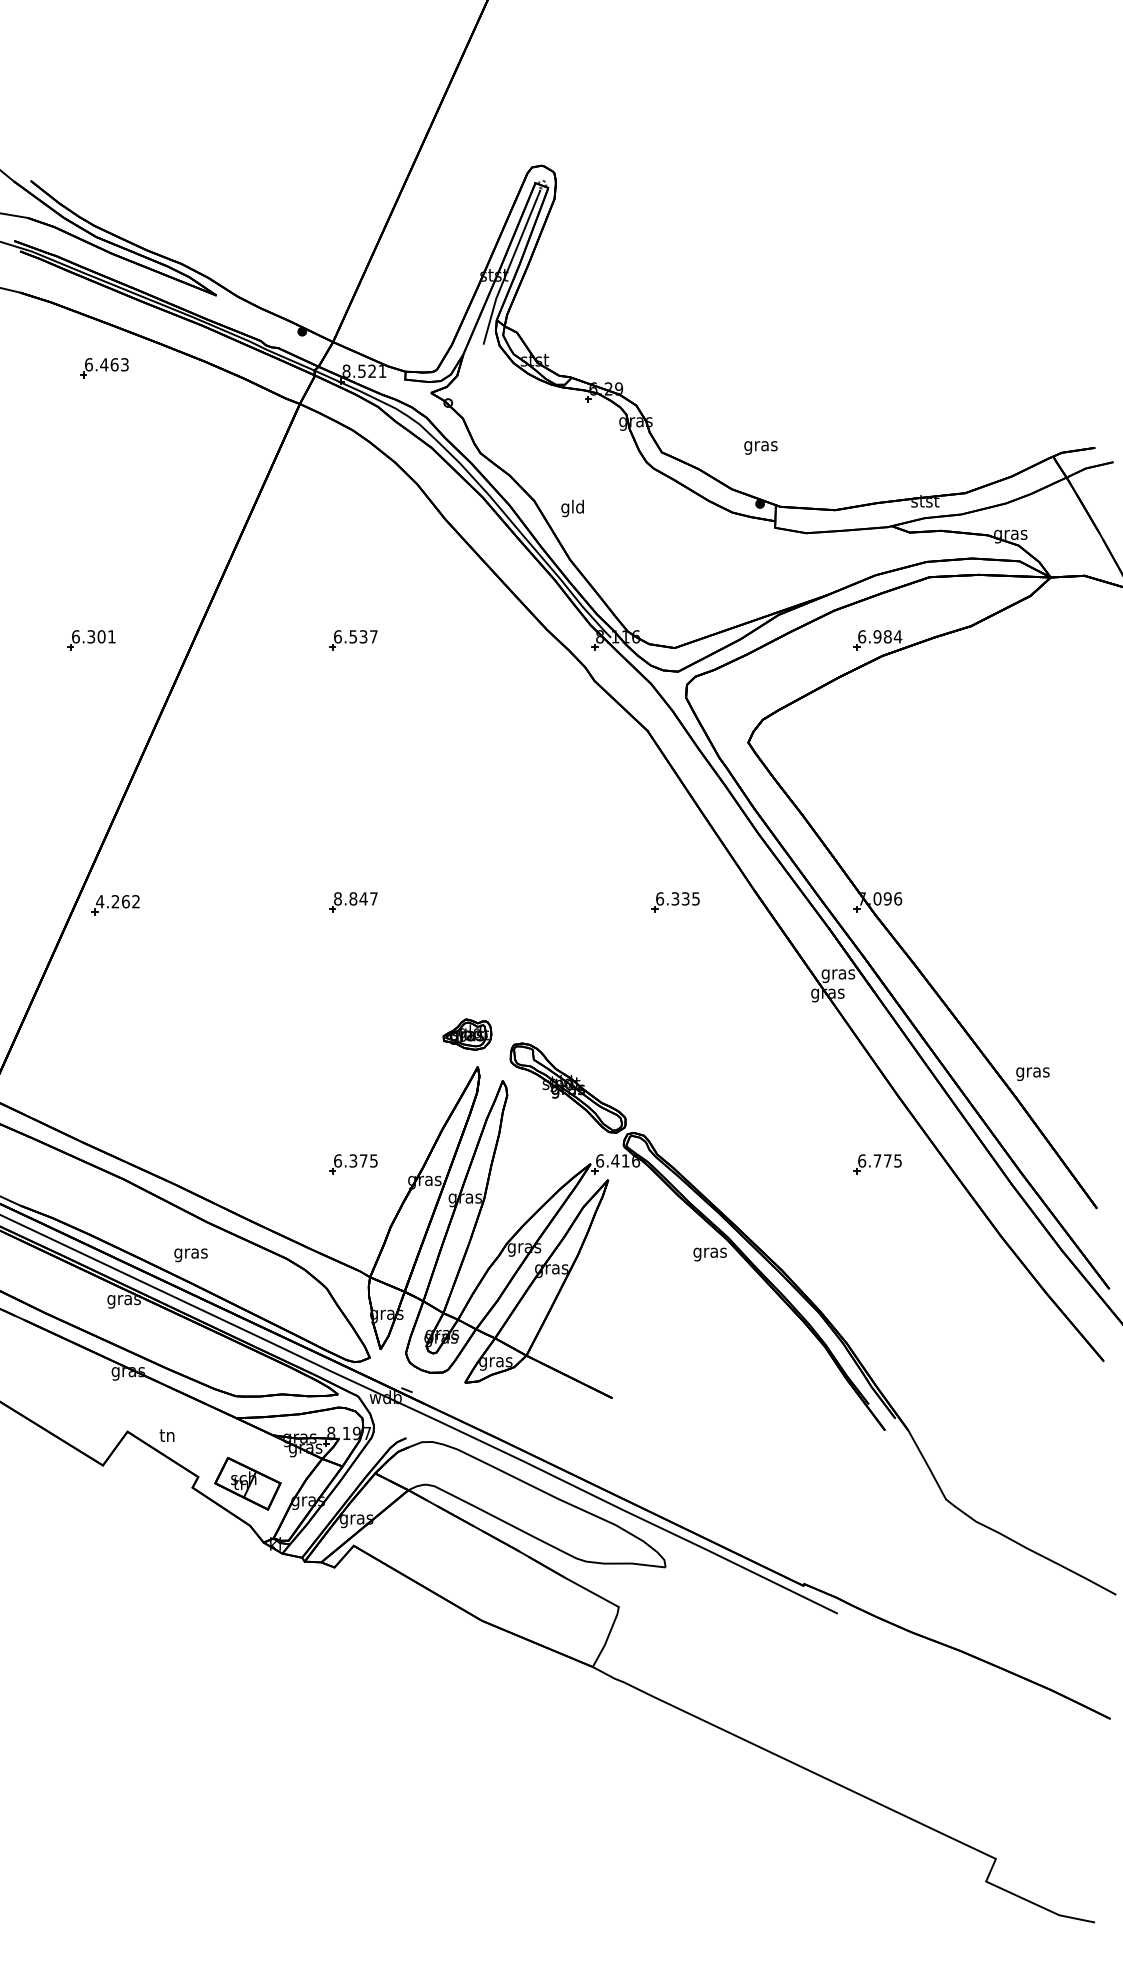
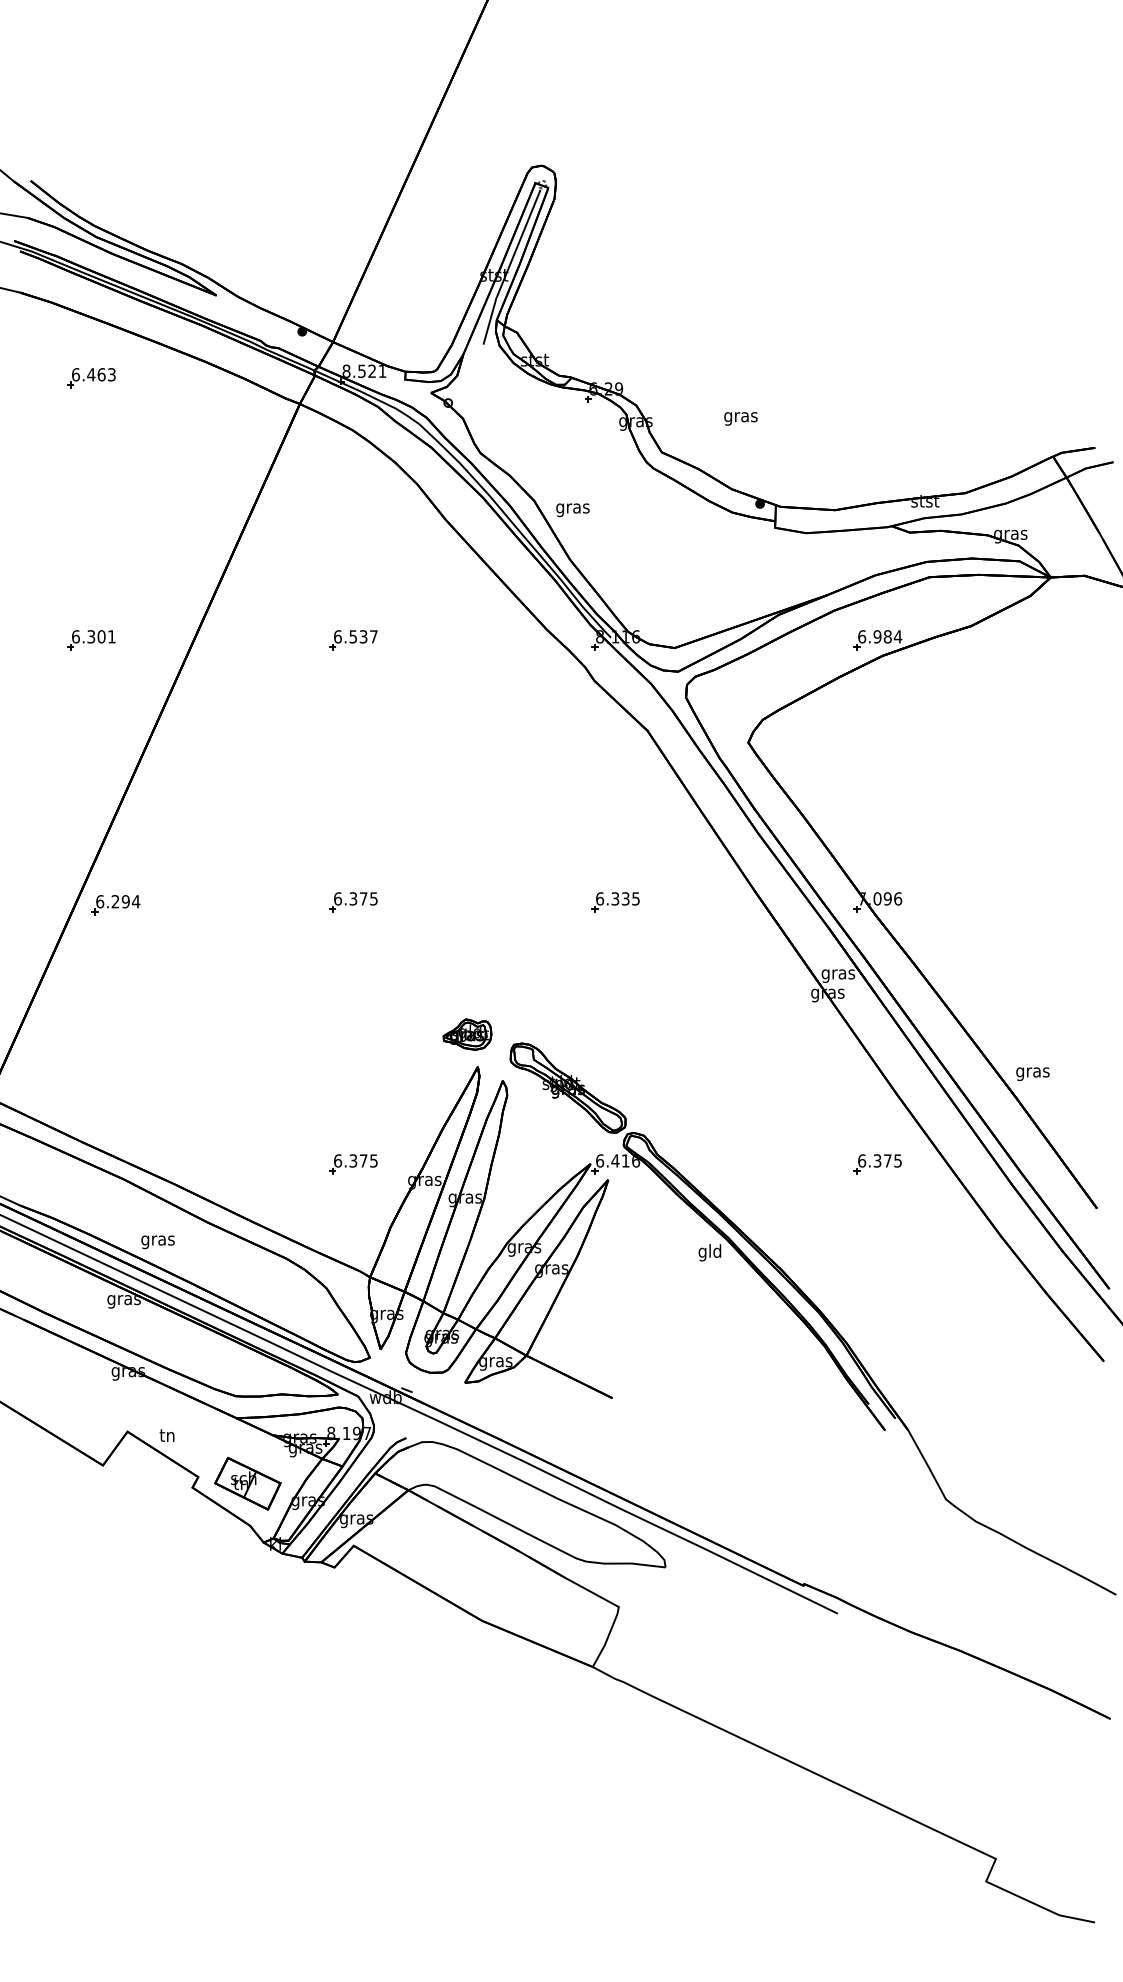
part at (104, 368) position: (104, 368) -> (91, 378)
text at (760, 447) position: (760, 447) -> (740, 418)
text at (572, 508): gld -> gras
text at (355, 898): 8.847 -> 6.375
text at (117, 901): 4.262 -> 6.294
part at (675, 902) position: (675, 902) -> (615, 902)
text at (877, 1160): 6.775 -> 6.375
text at (709, 1252): gras -> gld
text at (190, 1255) position: (190, 1255) -> (157, 1242)
